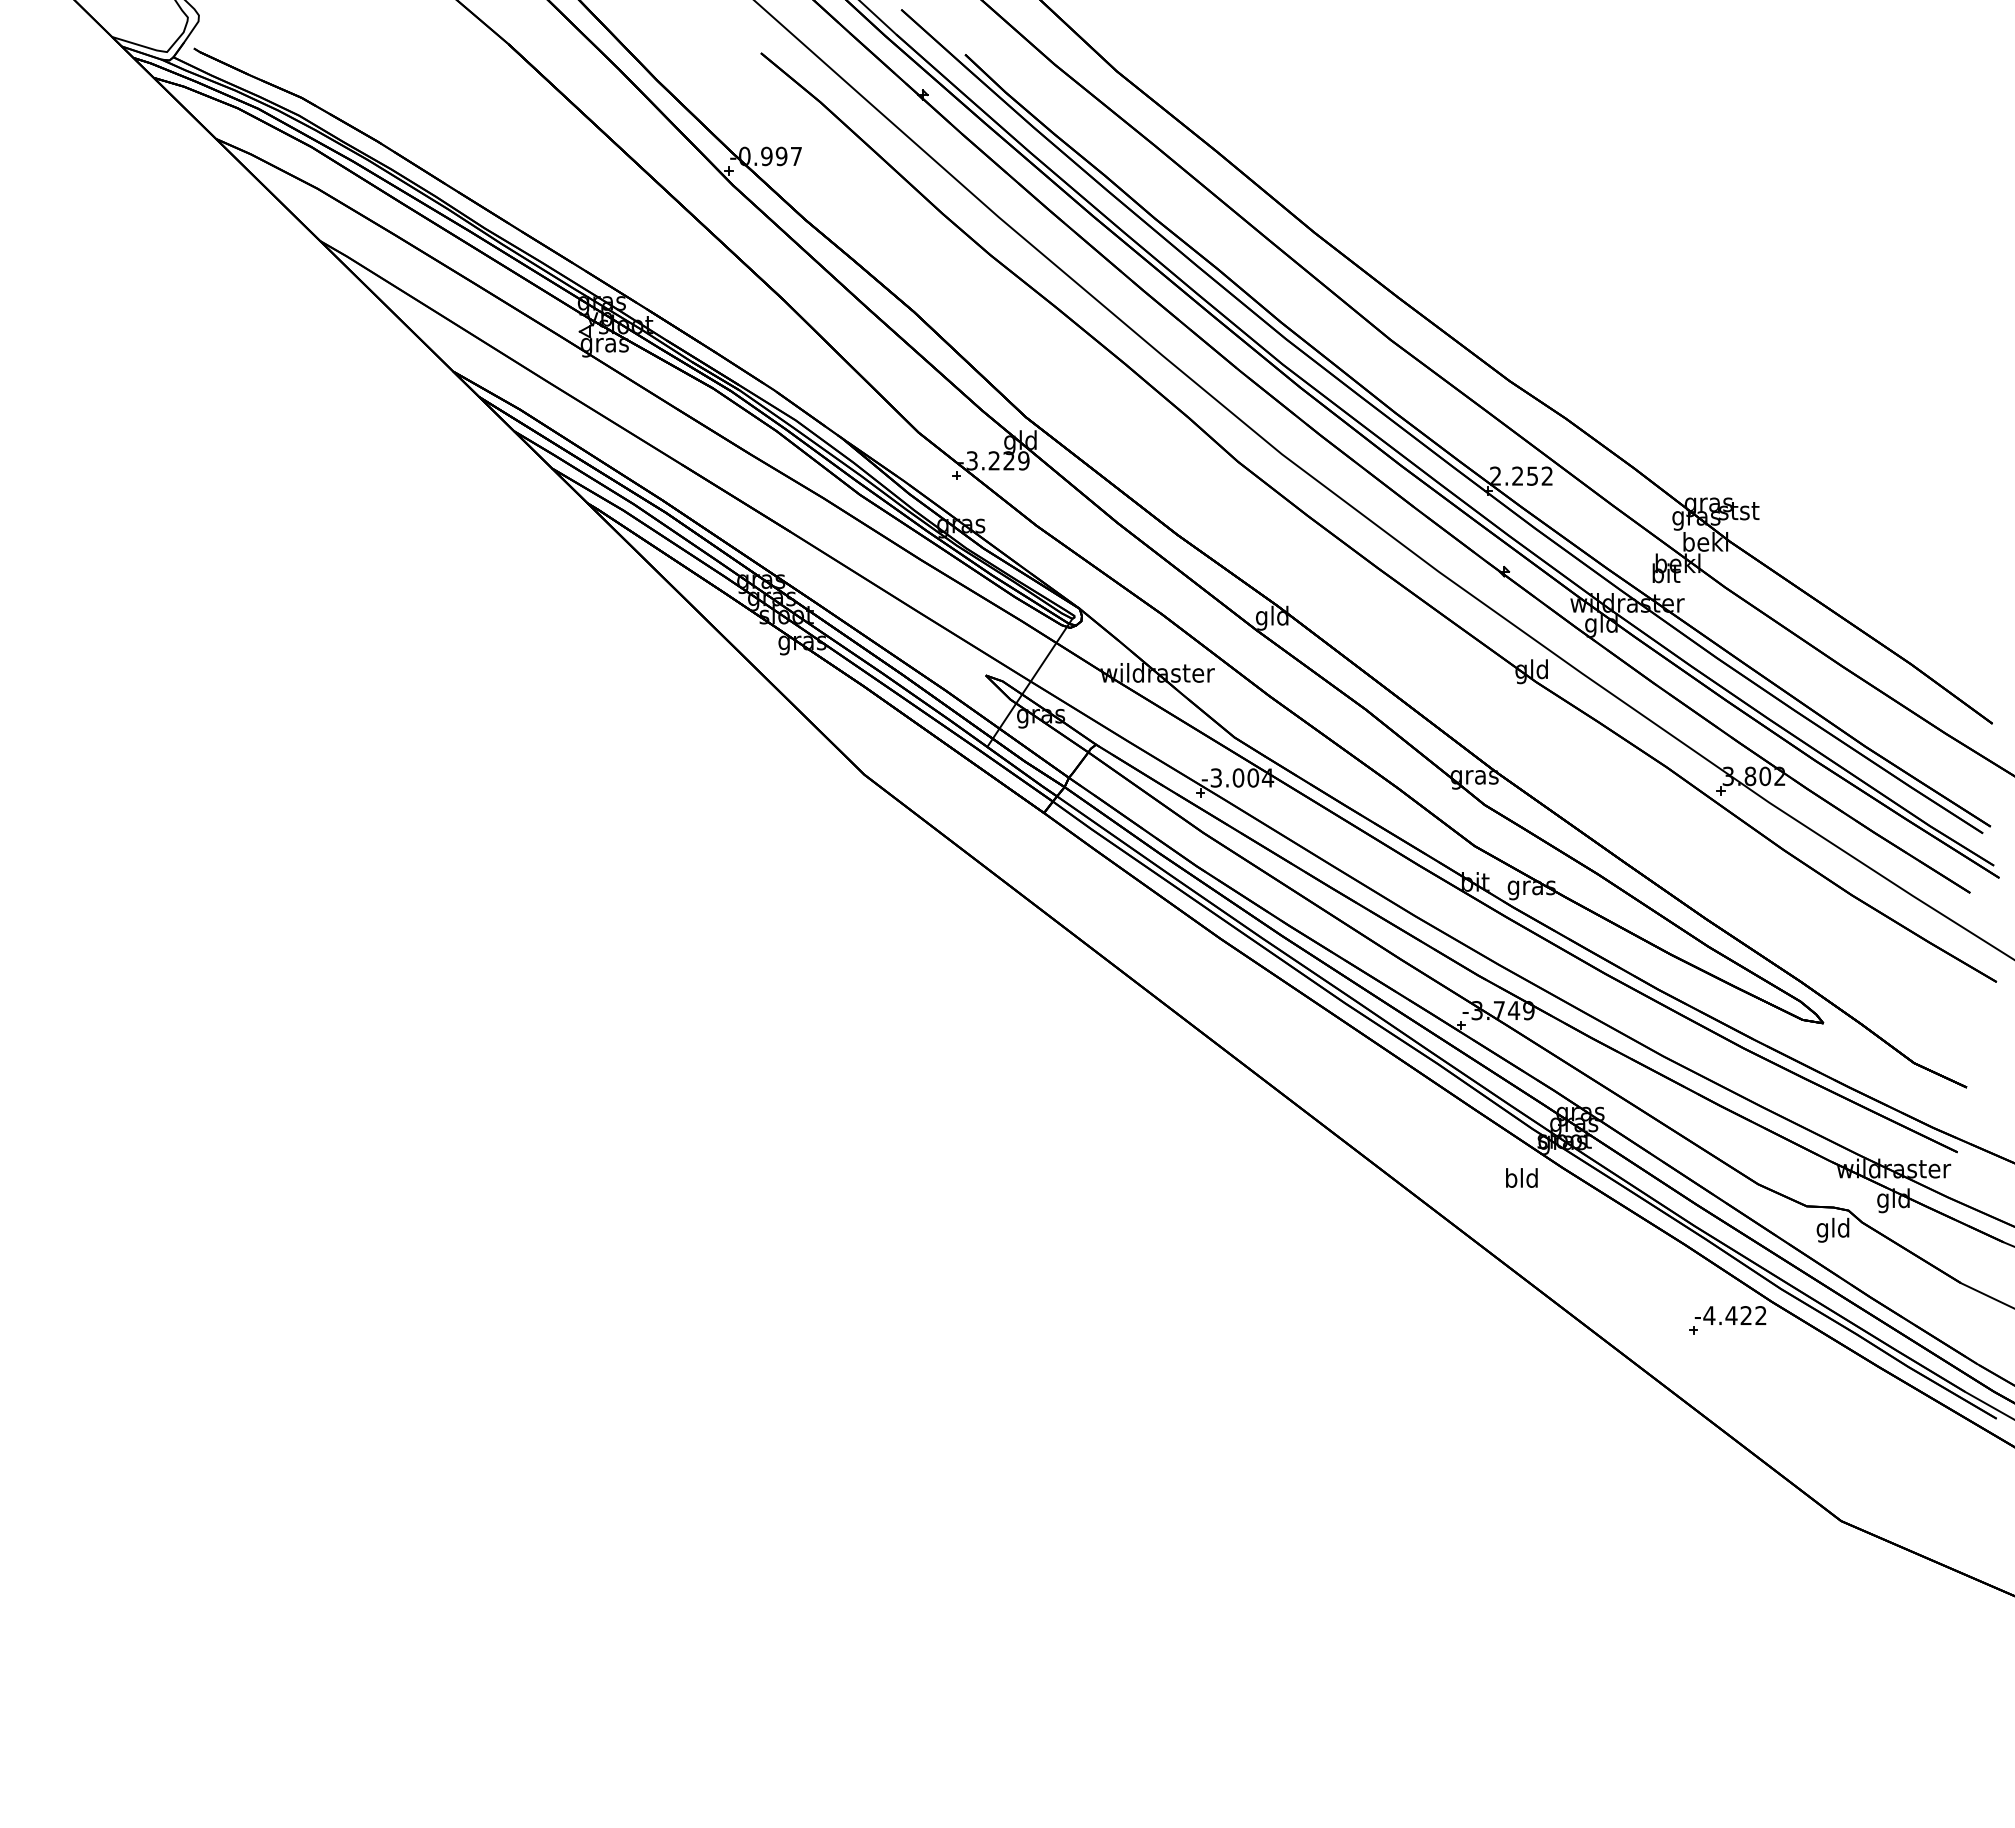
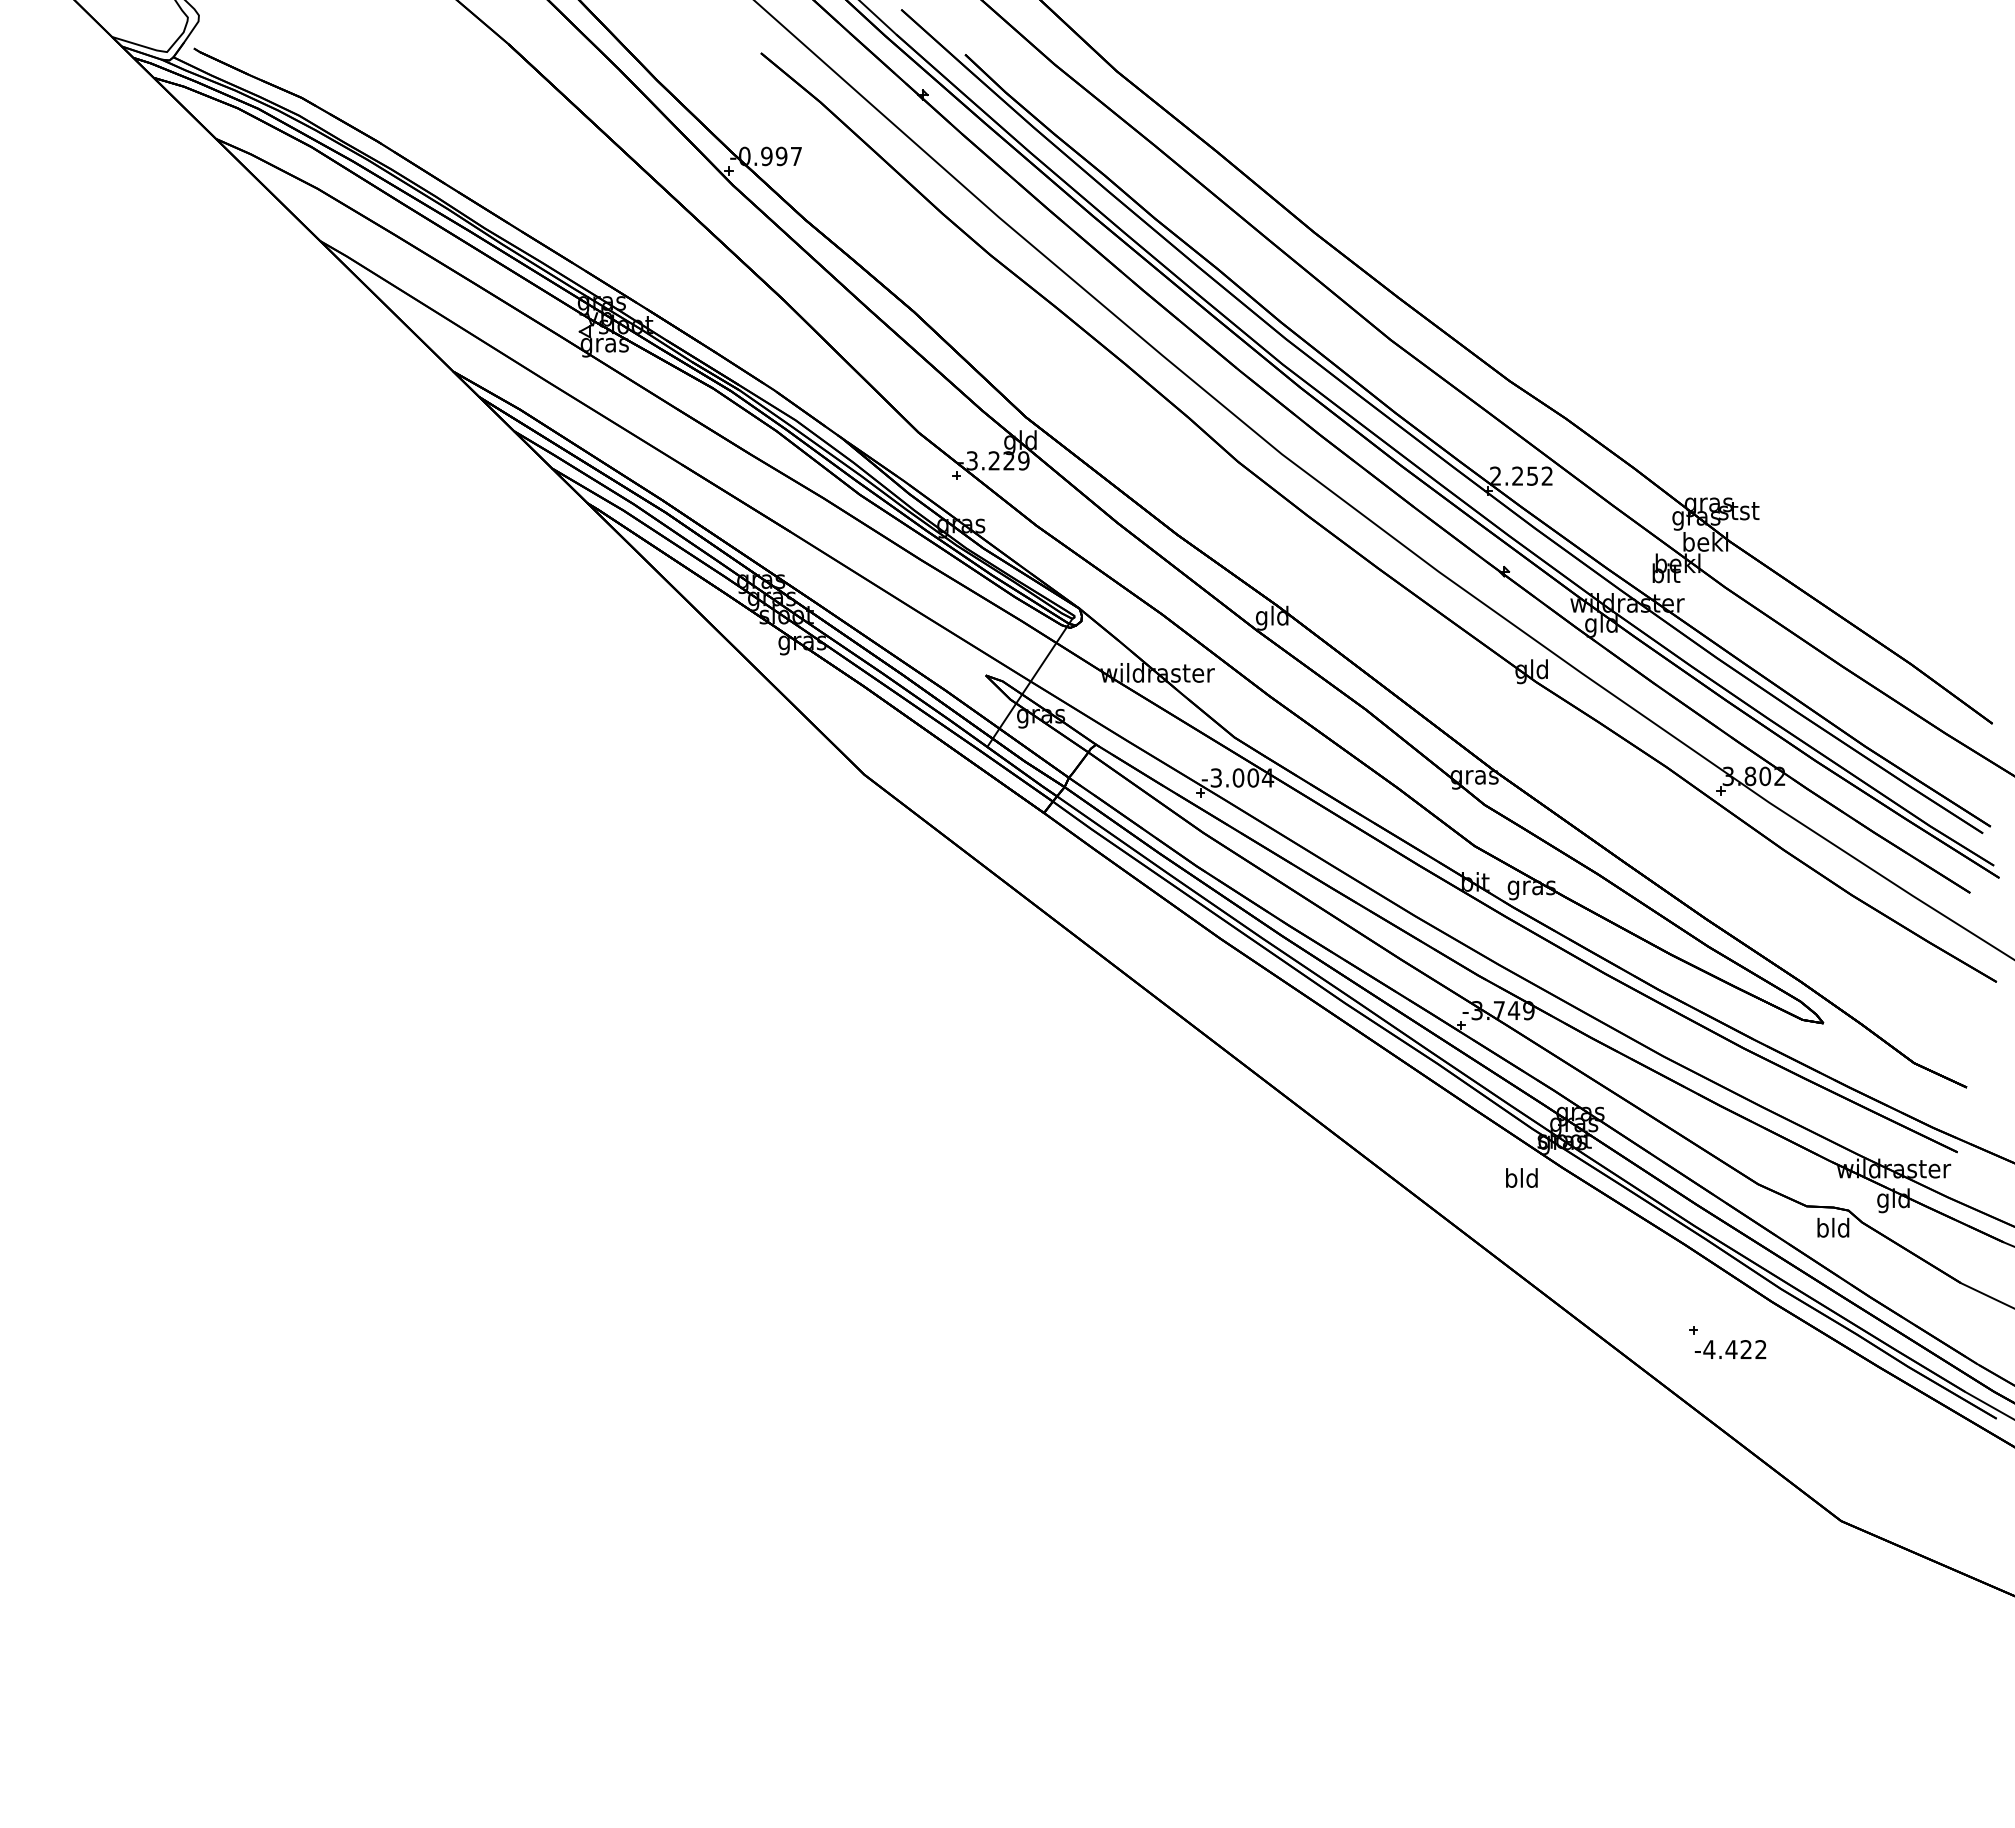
text at (1822, 1229): gld -> bld
text at (1730, 1315) position: (1730, 1315) -> (1730, 1349)
